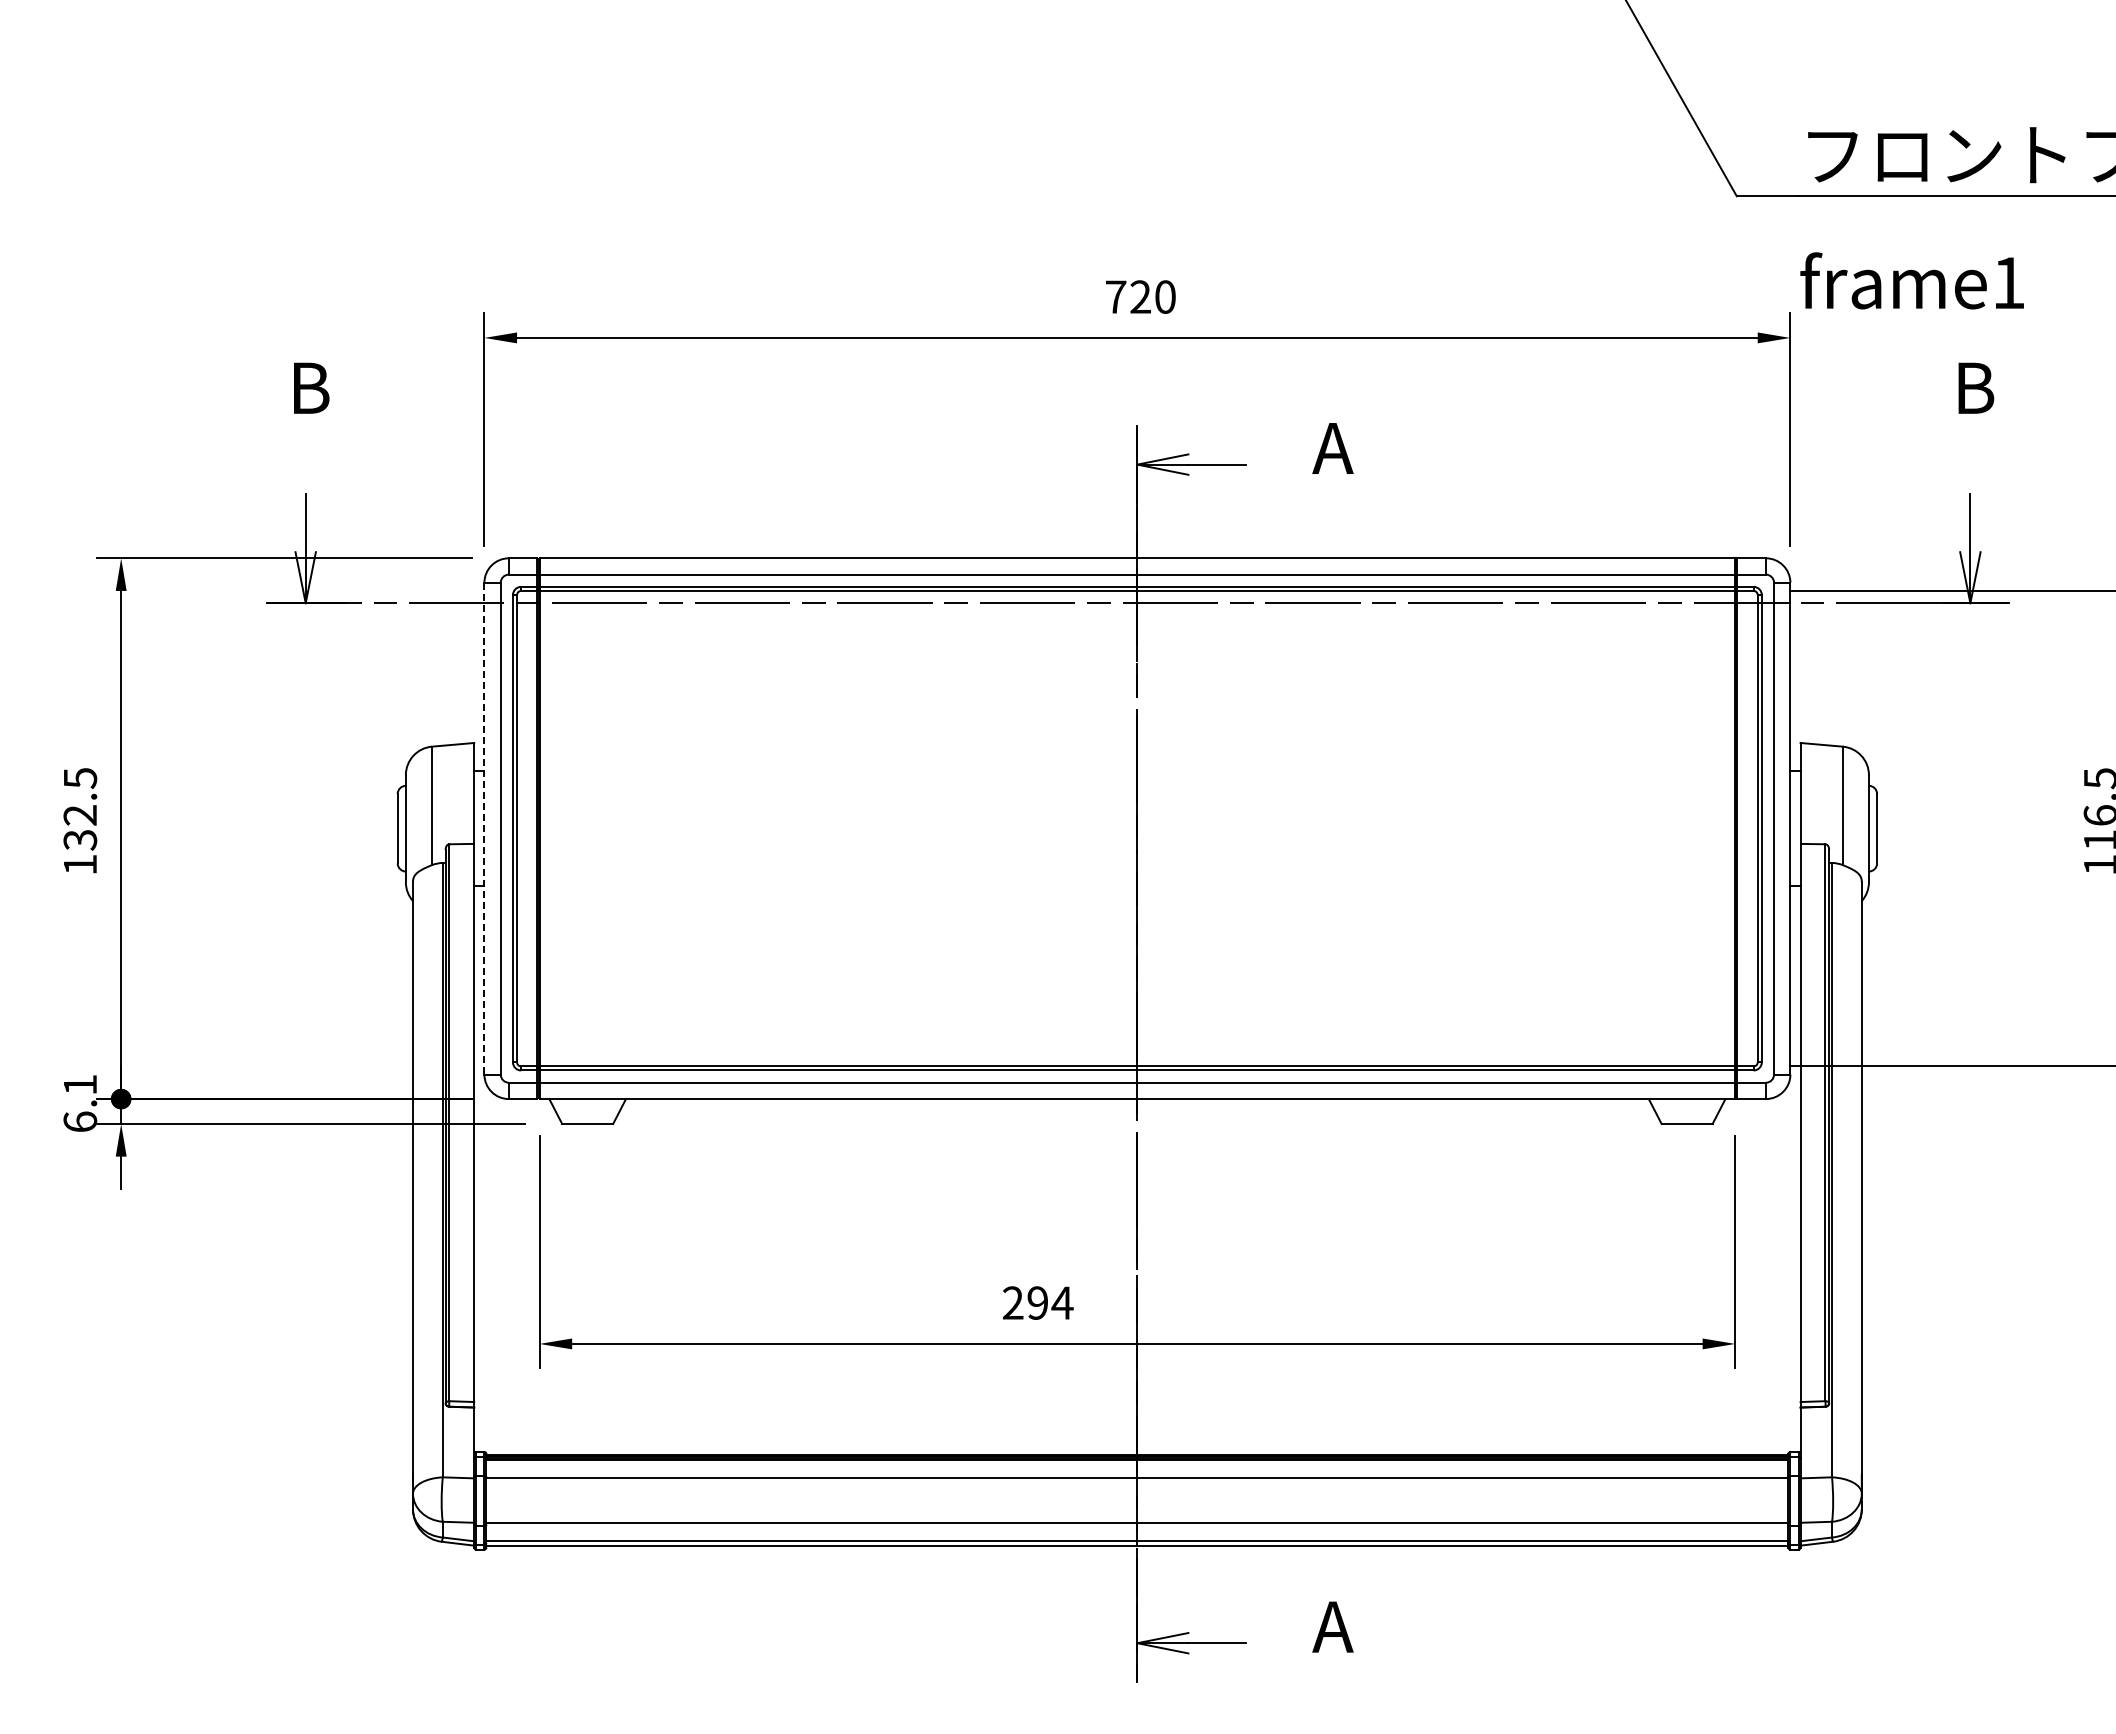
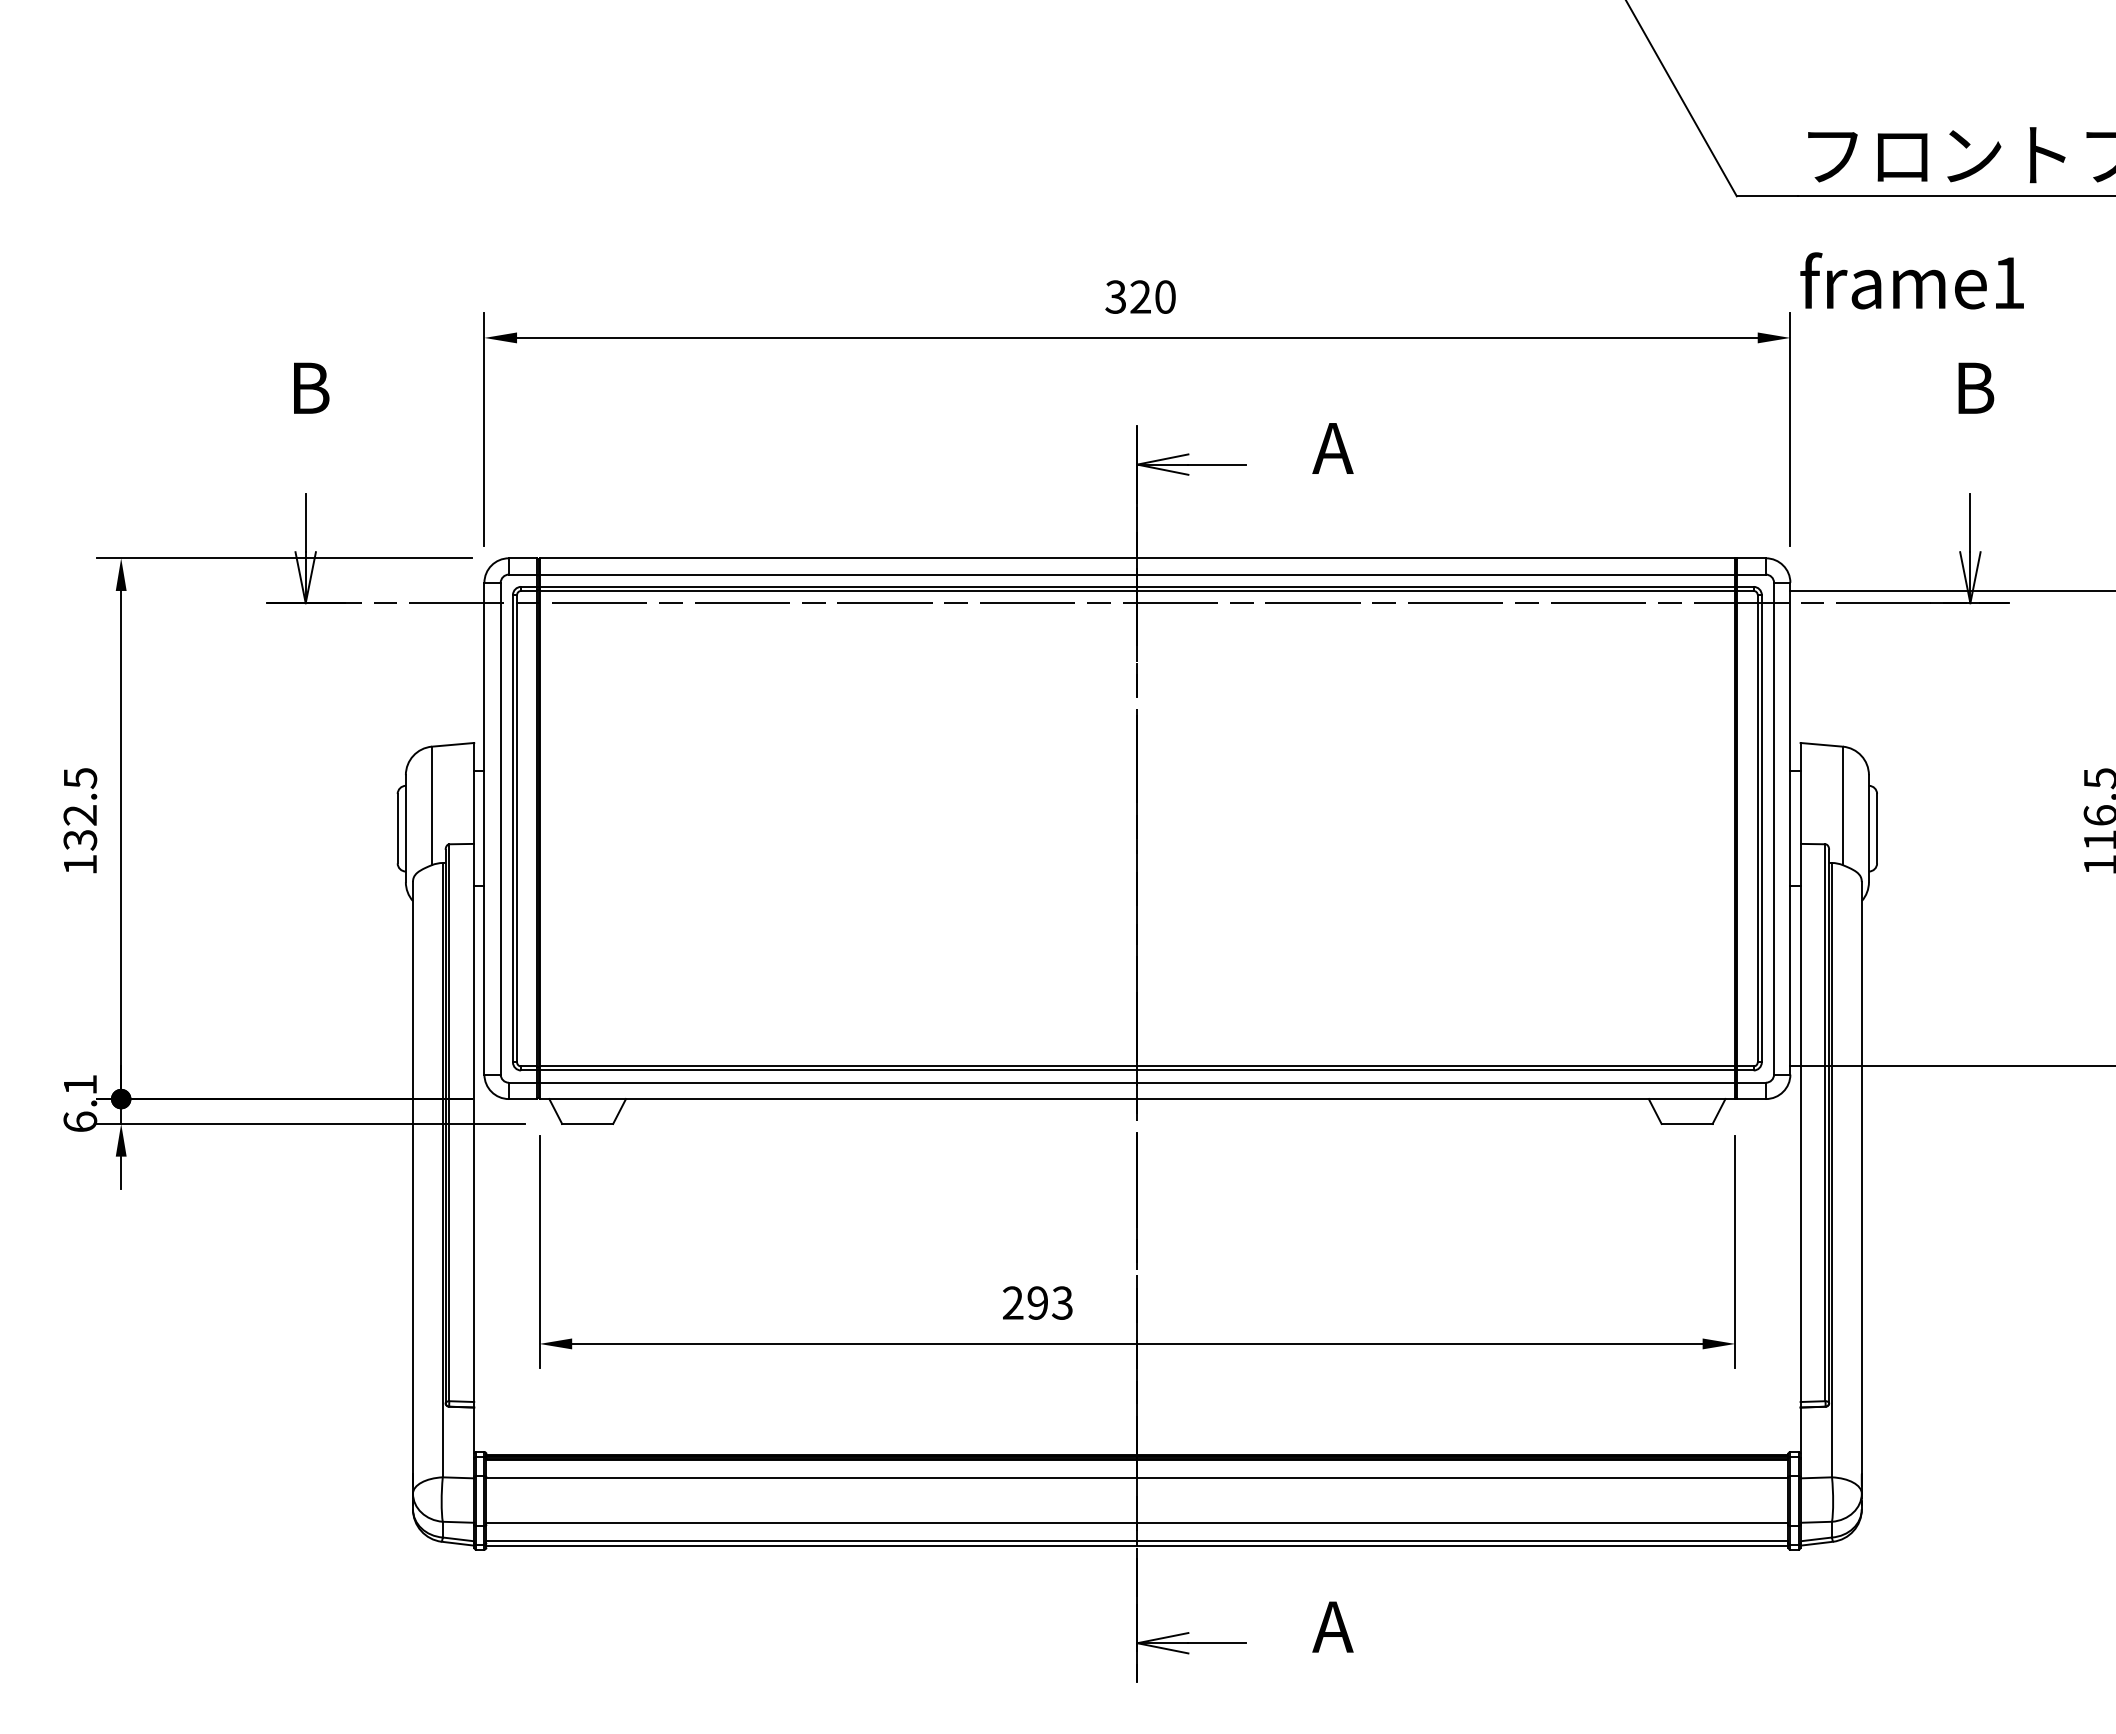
text at (1115, 296): 720 -> 320
line at (484, 828): dashed -> solid
text at (1062, 1302): 294 -> 293
